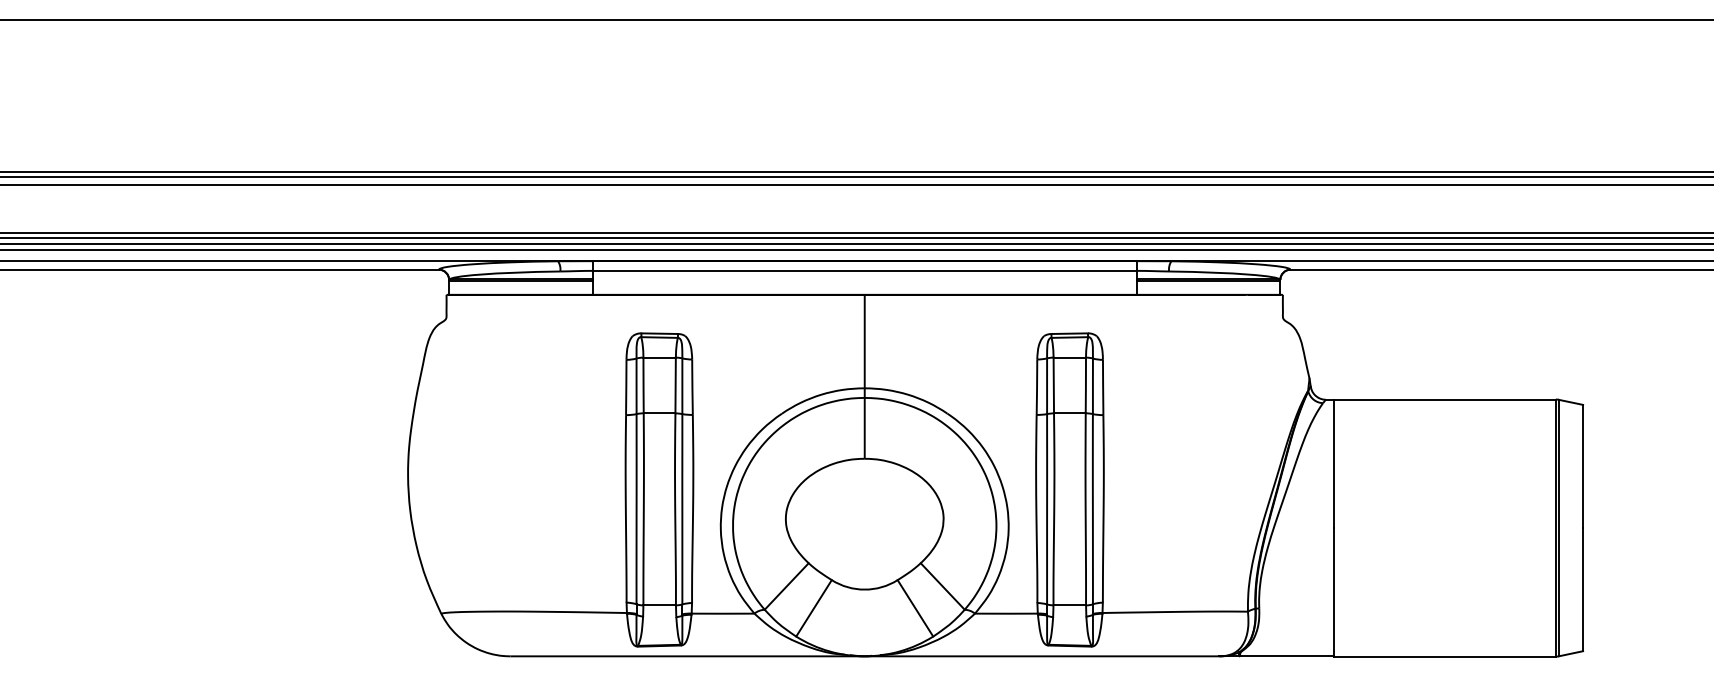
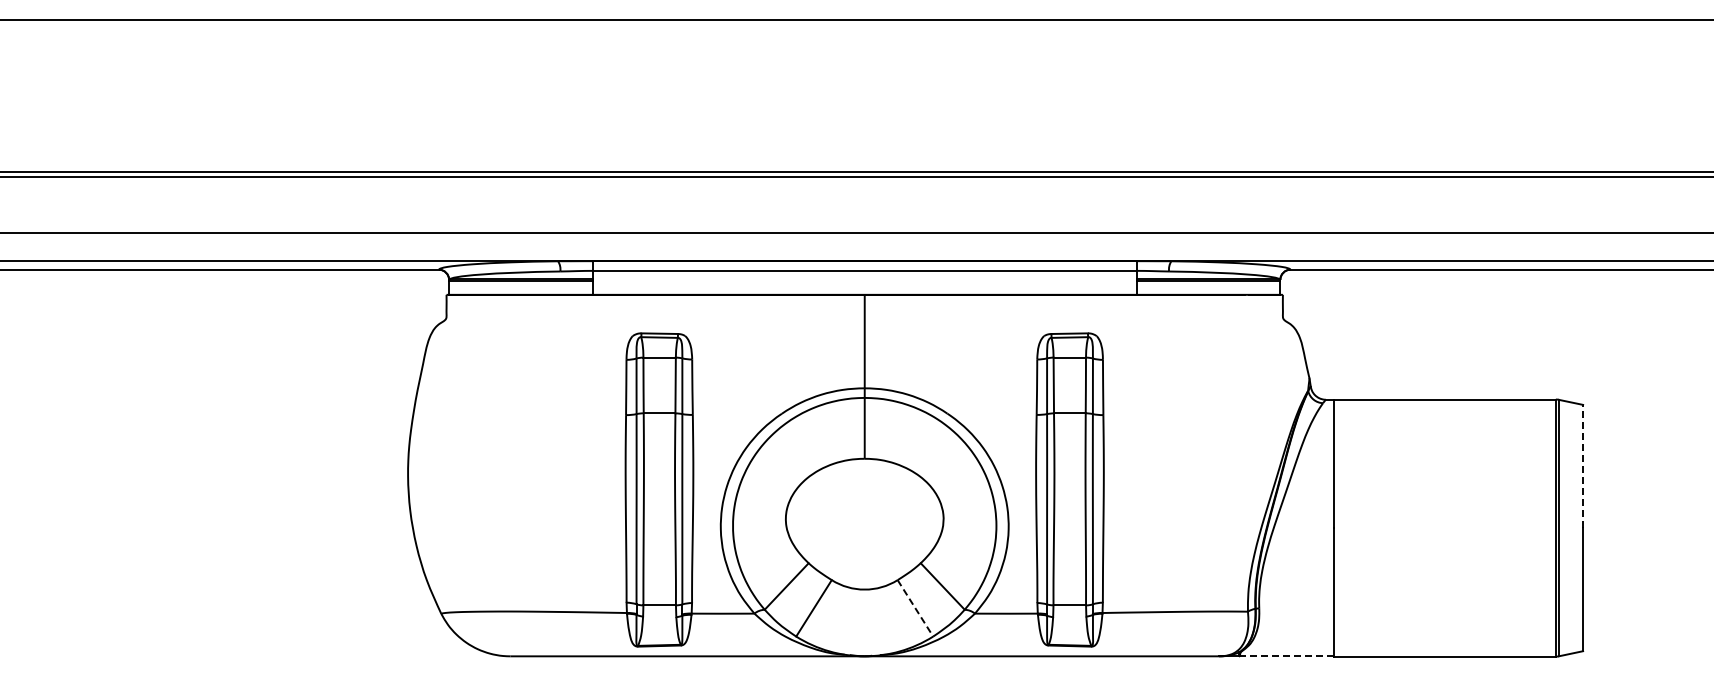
line at (856, 184): present -> none
line at (856, 238): present -> none
line at (856, 243): present -> none
line at (856, 250): present -> none
line at (1583, 466): solid -> dashed
line at (915, 608): solid -> dashed
line at (1287, 656): solid -> dashed
